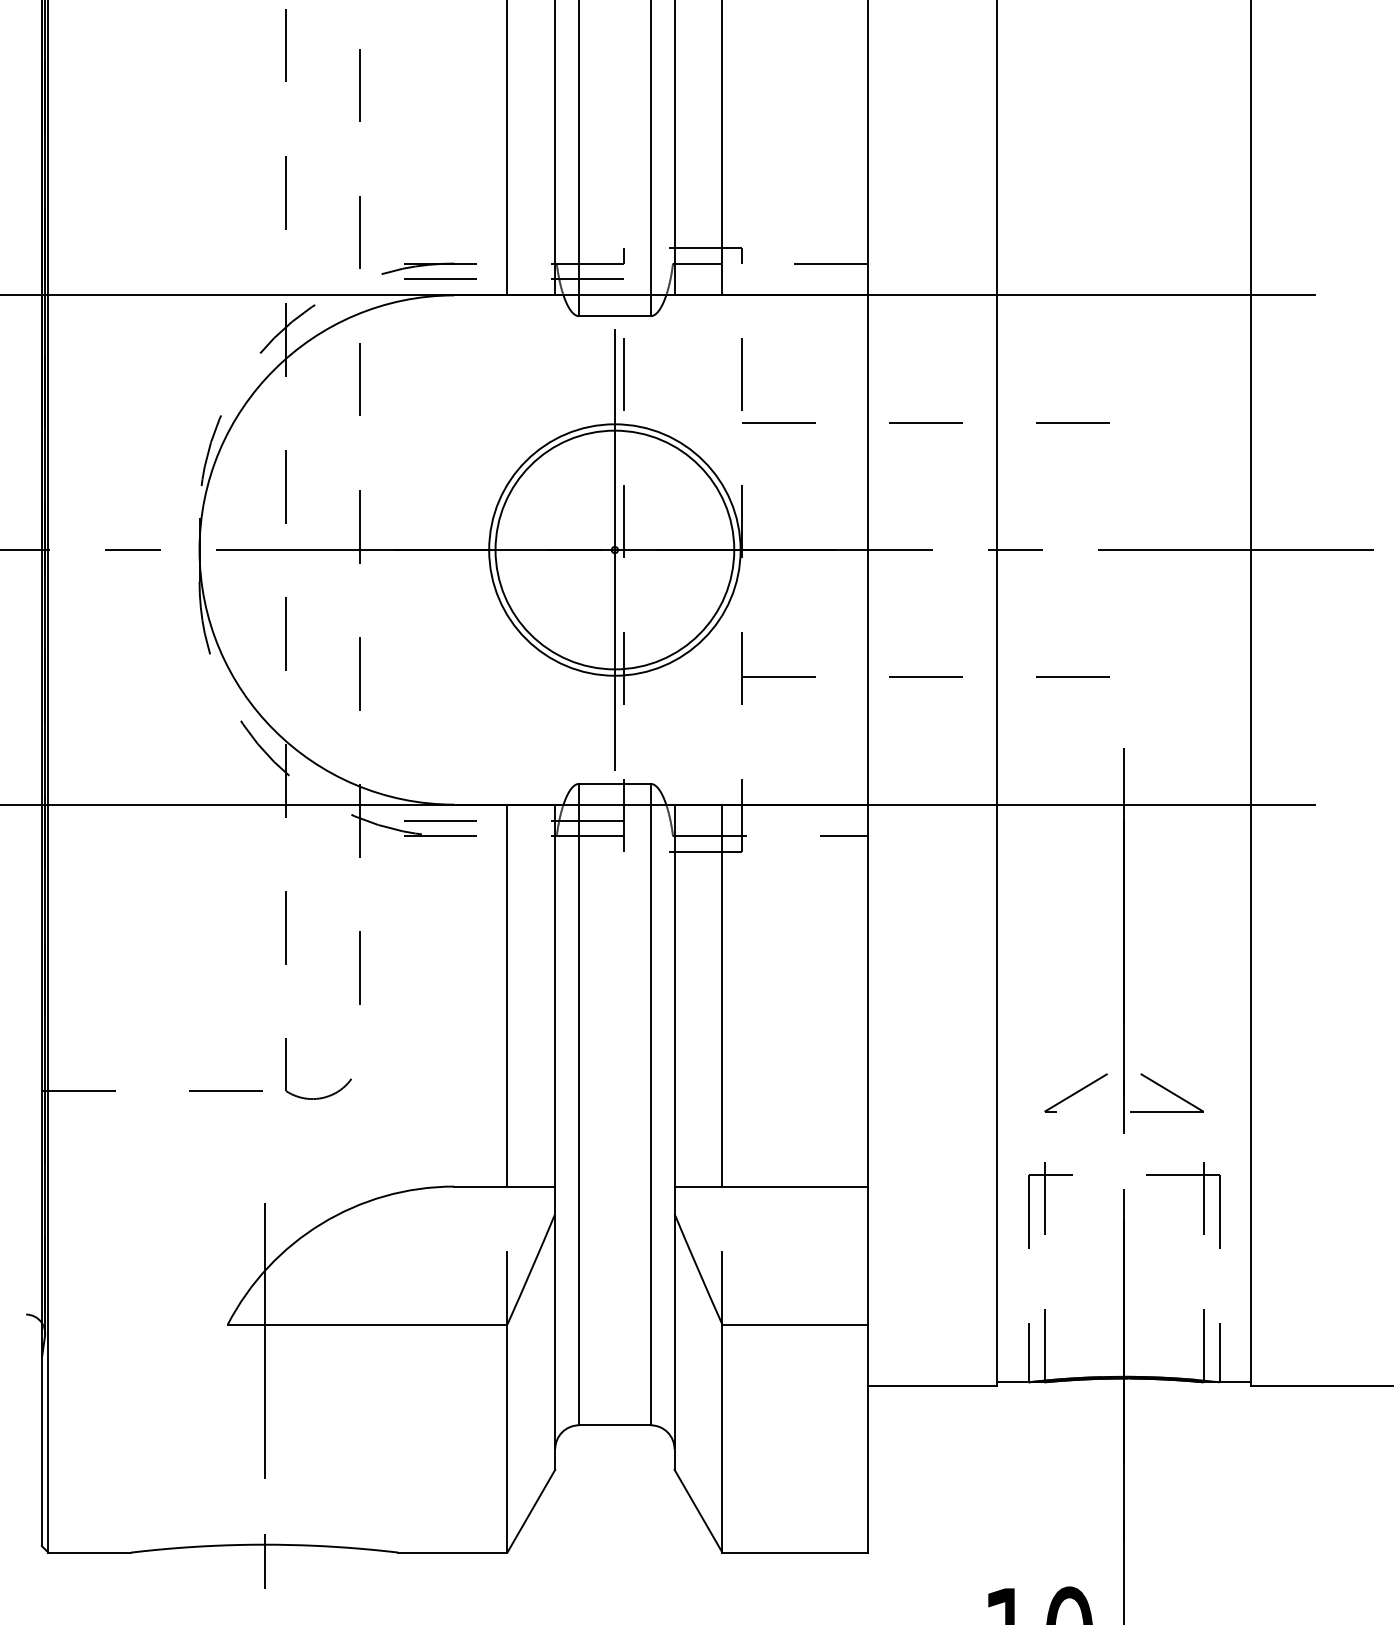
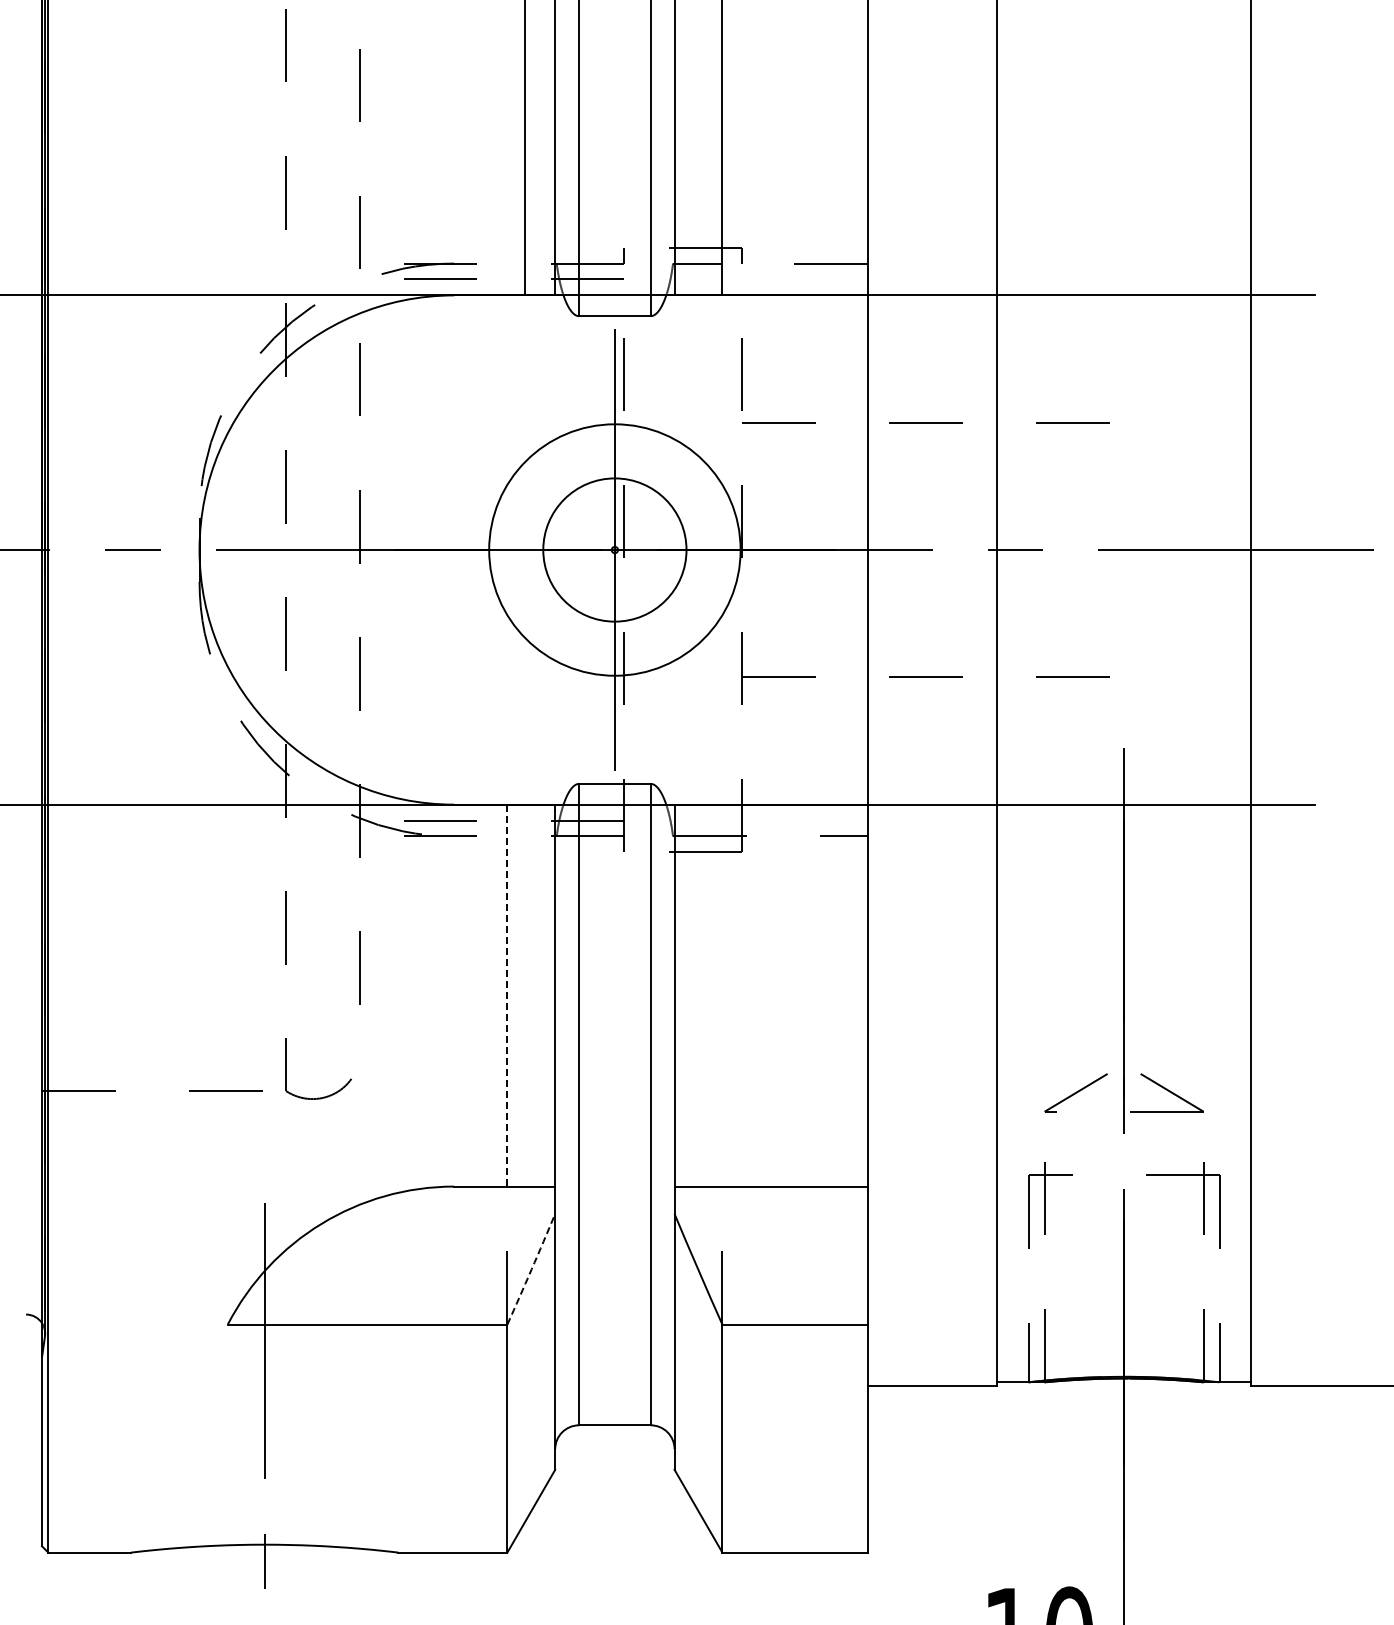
line at (507, 148) position: (507, 148) -> (525, 148)
circle at (614, 549) diameter: 239 px -> 143 px
line at (507, 995): solid -> dashed
line at (722, 995): present -> none
arc at (531, 1269): solid -> dashed
